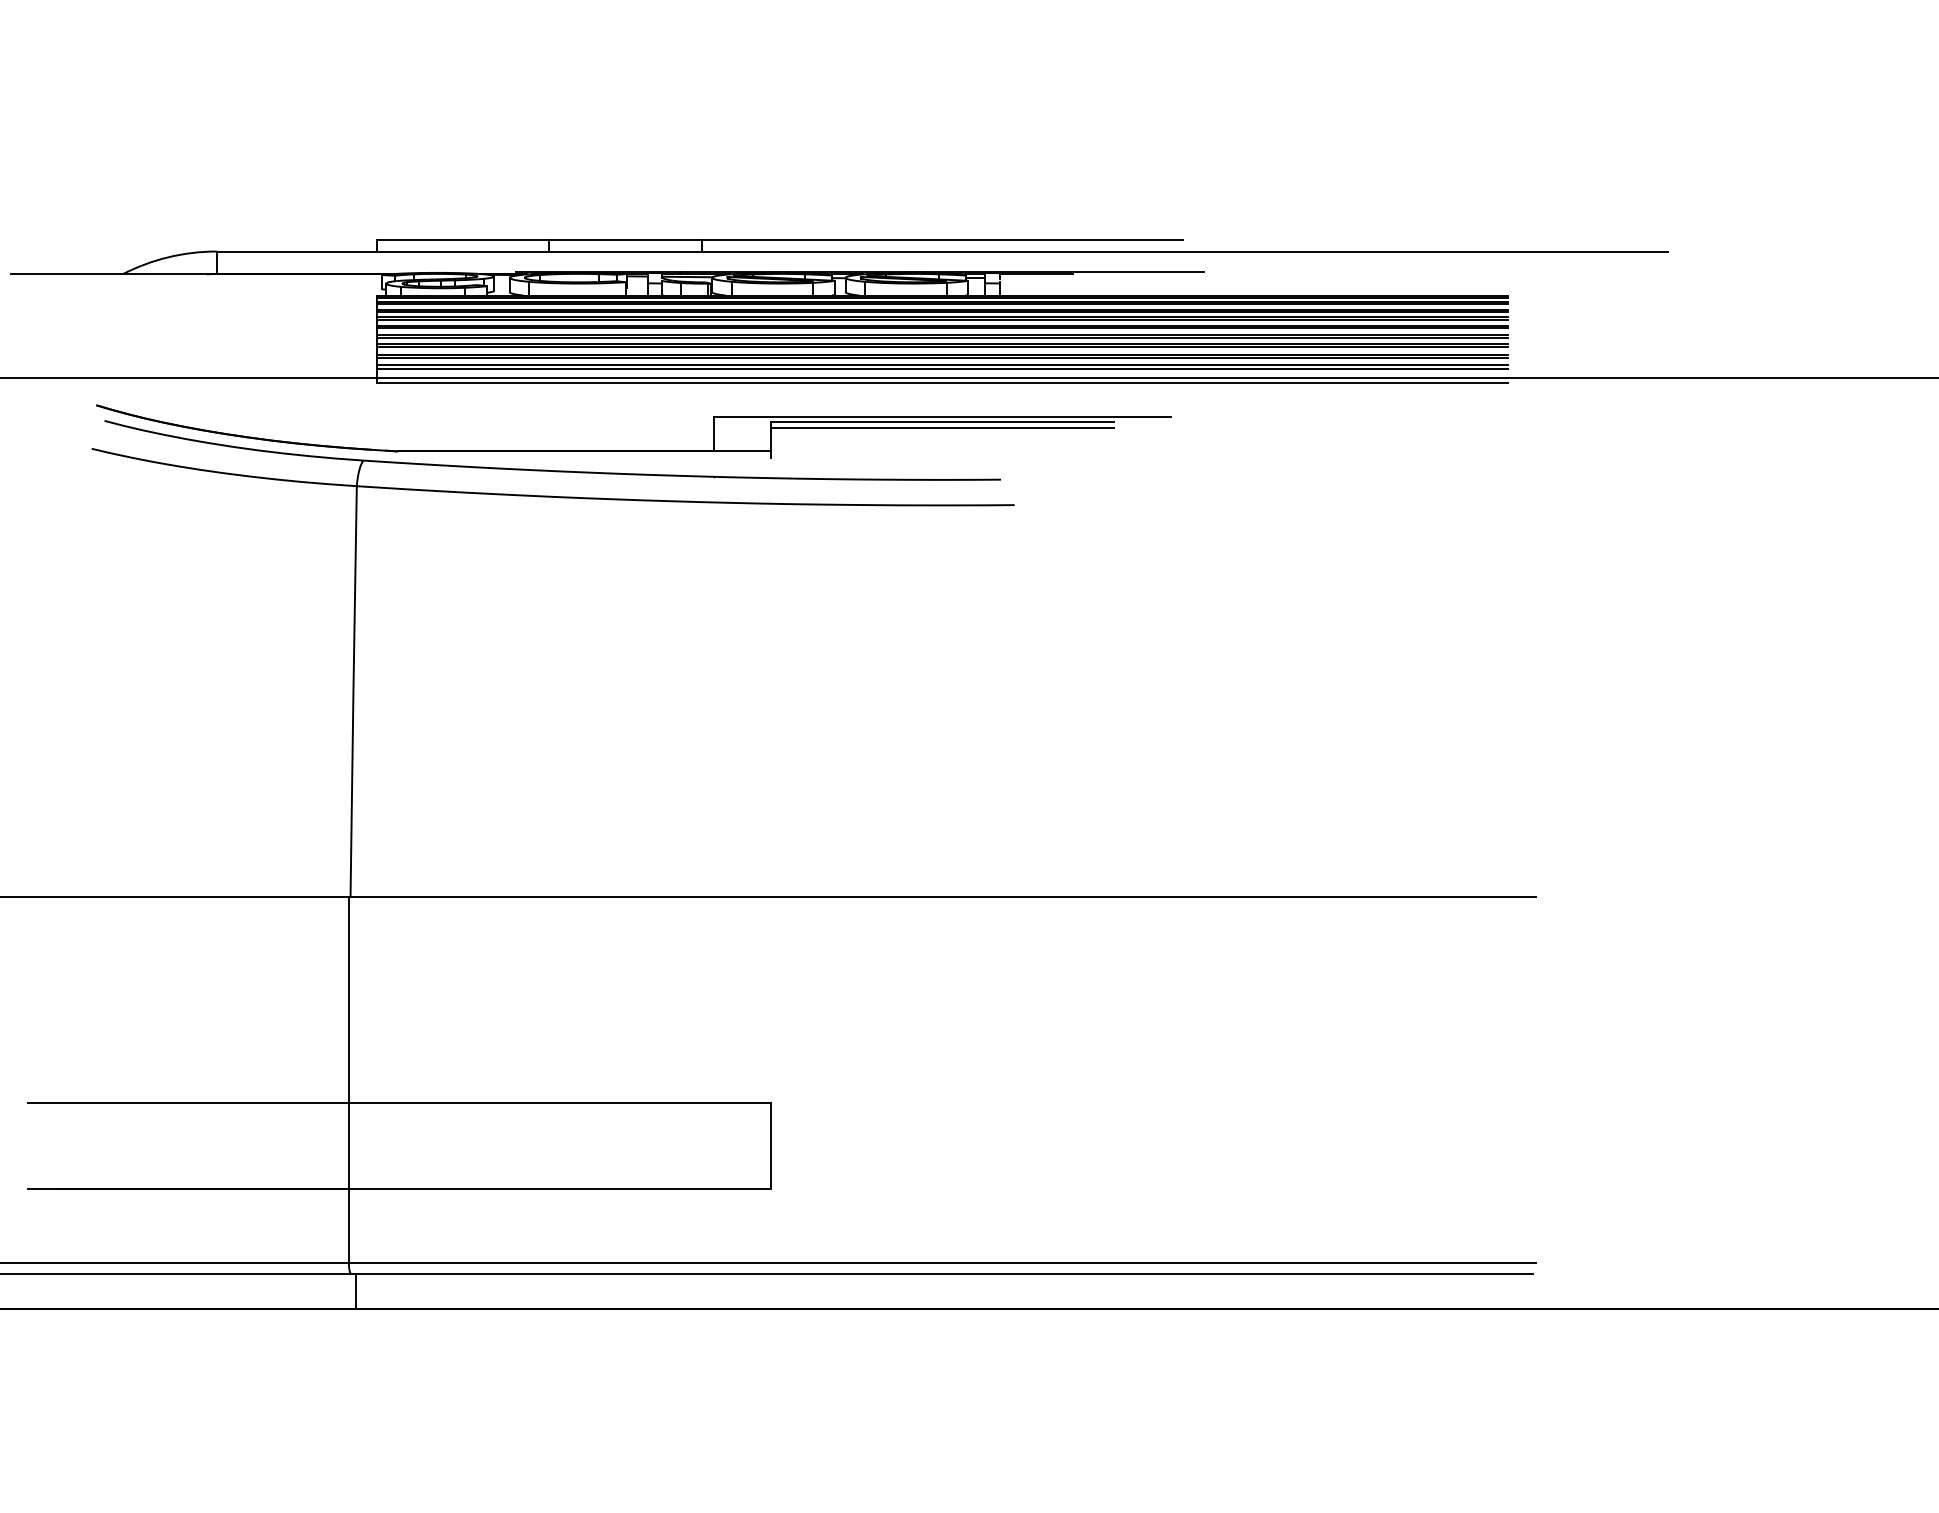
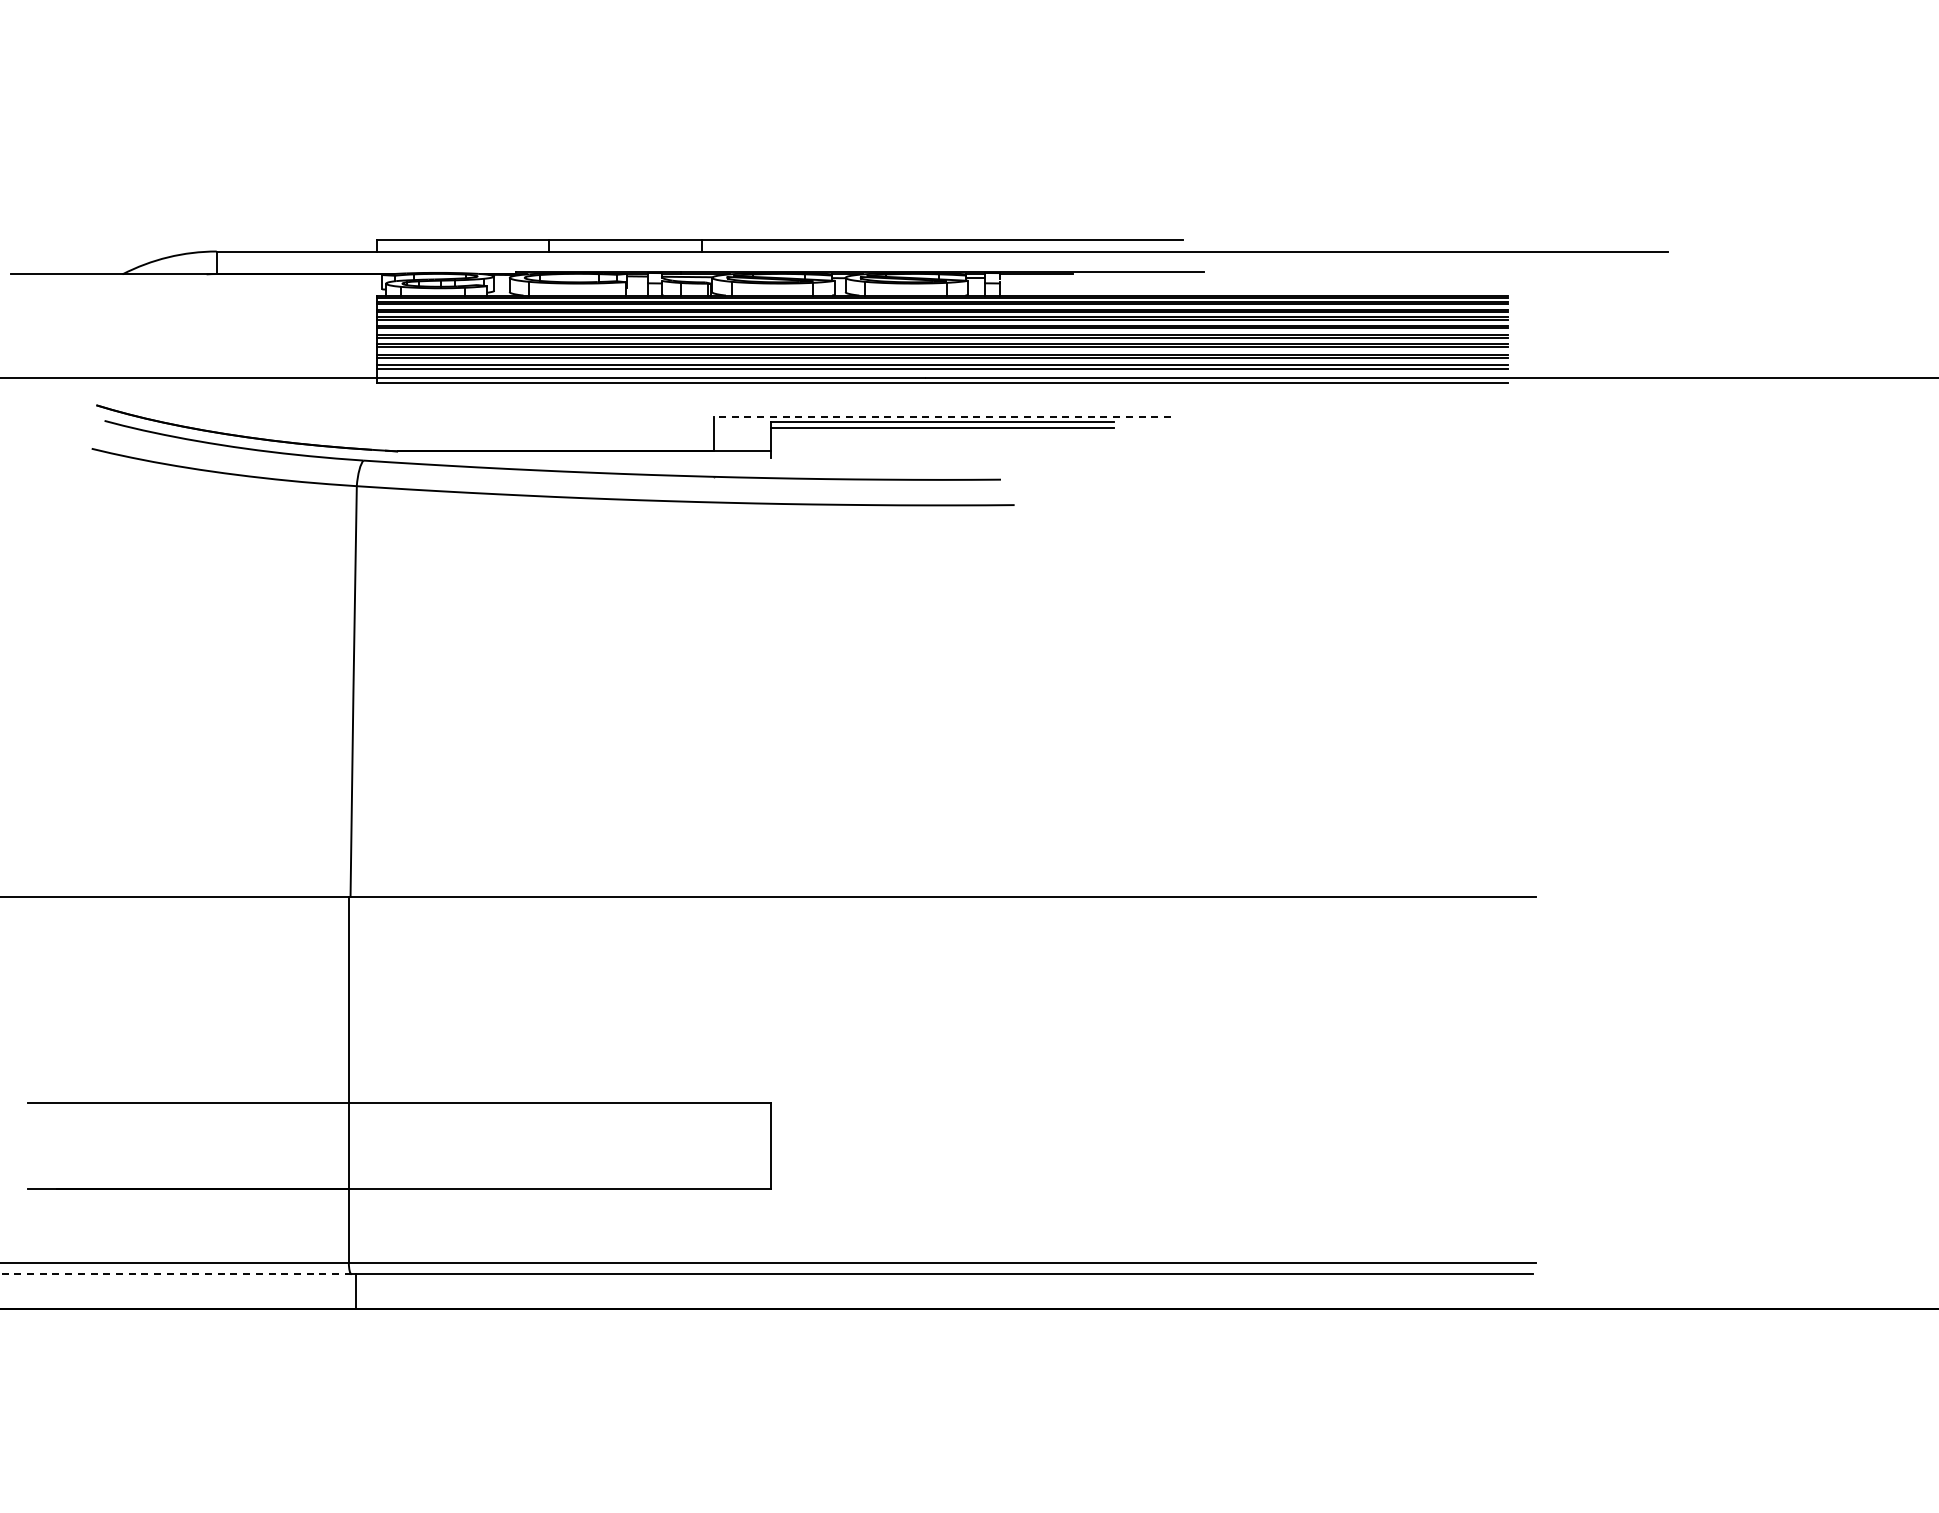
line at (942, 417): solid -> dashed
line at (175, 1274): solid -> dashed
